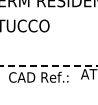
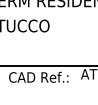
line at (49, 65): dashed -> solid
